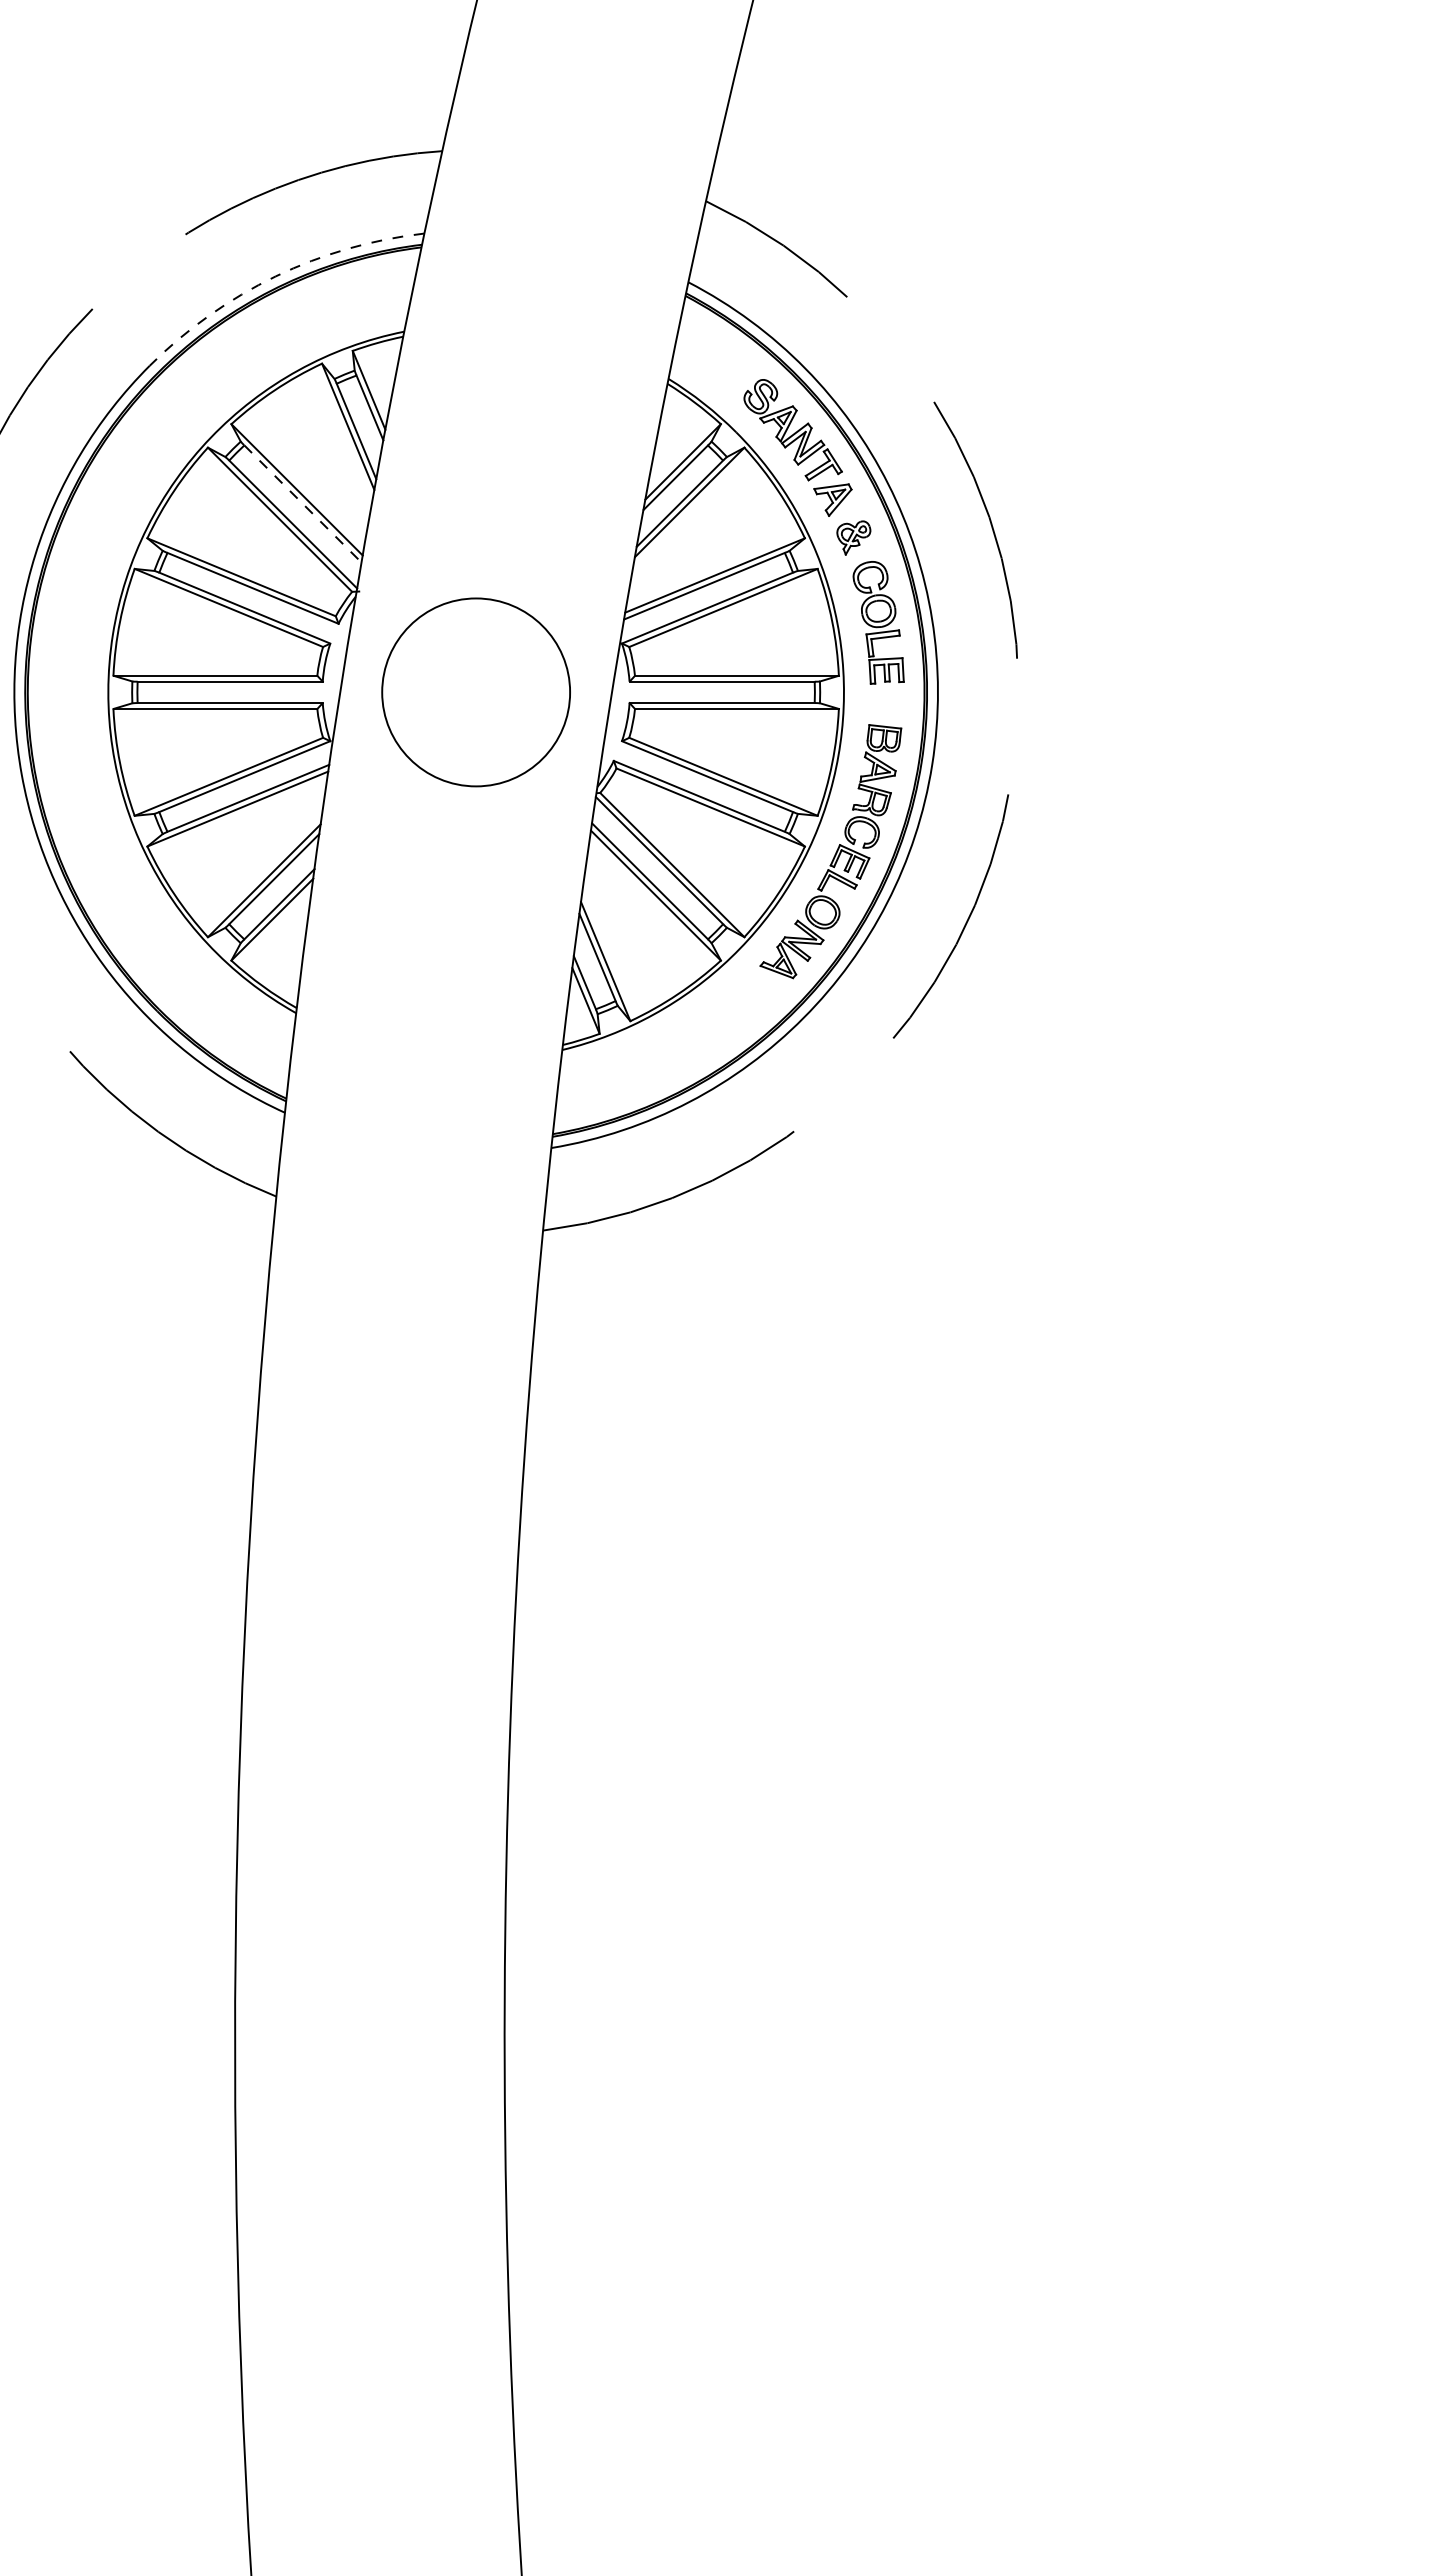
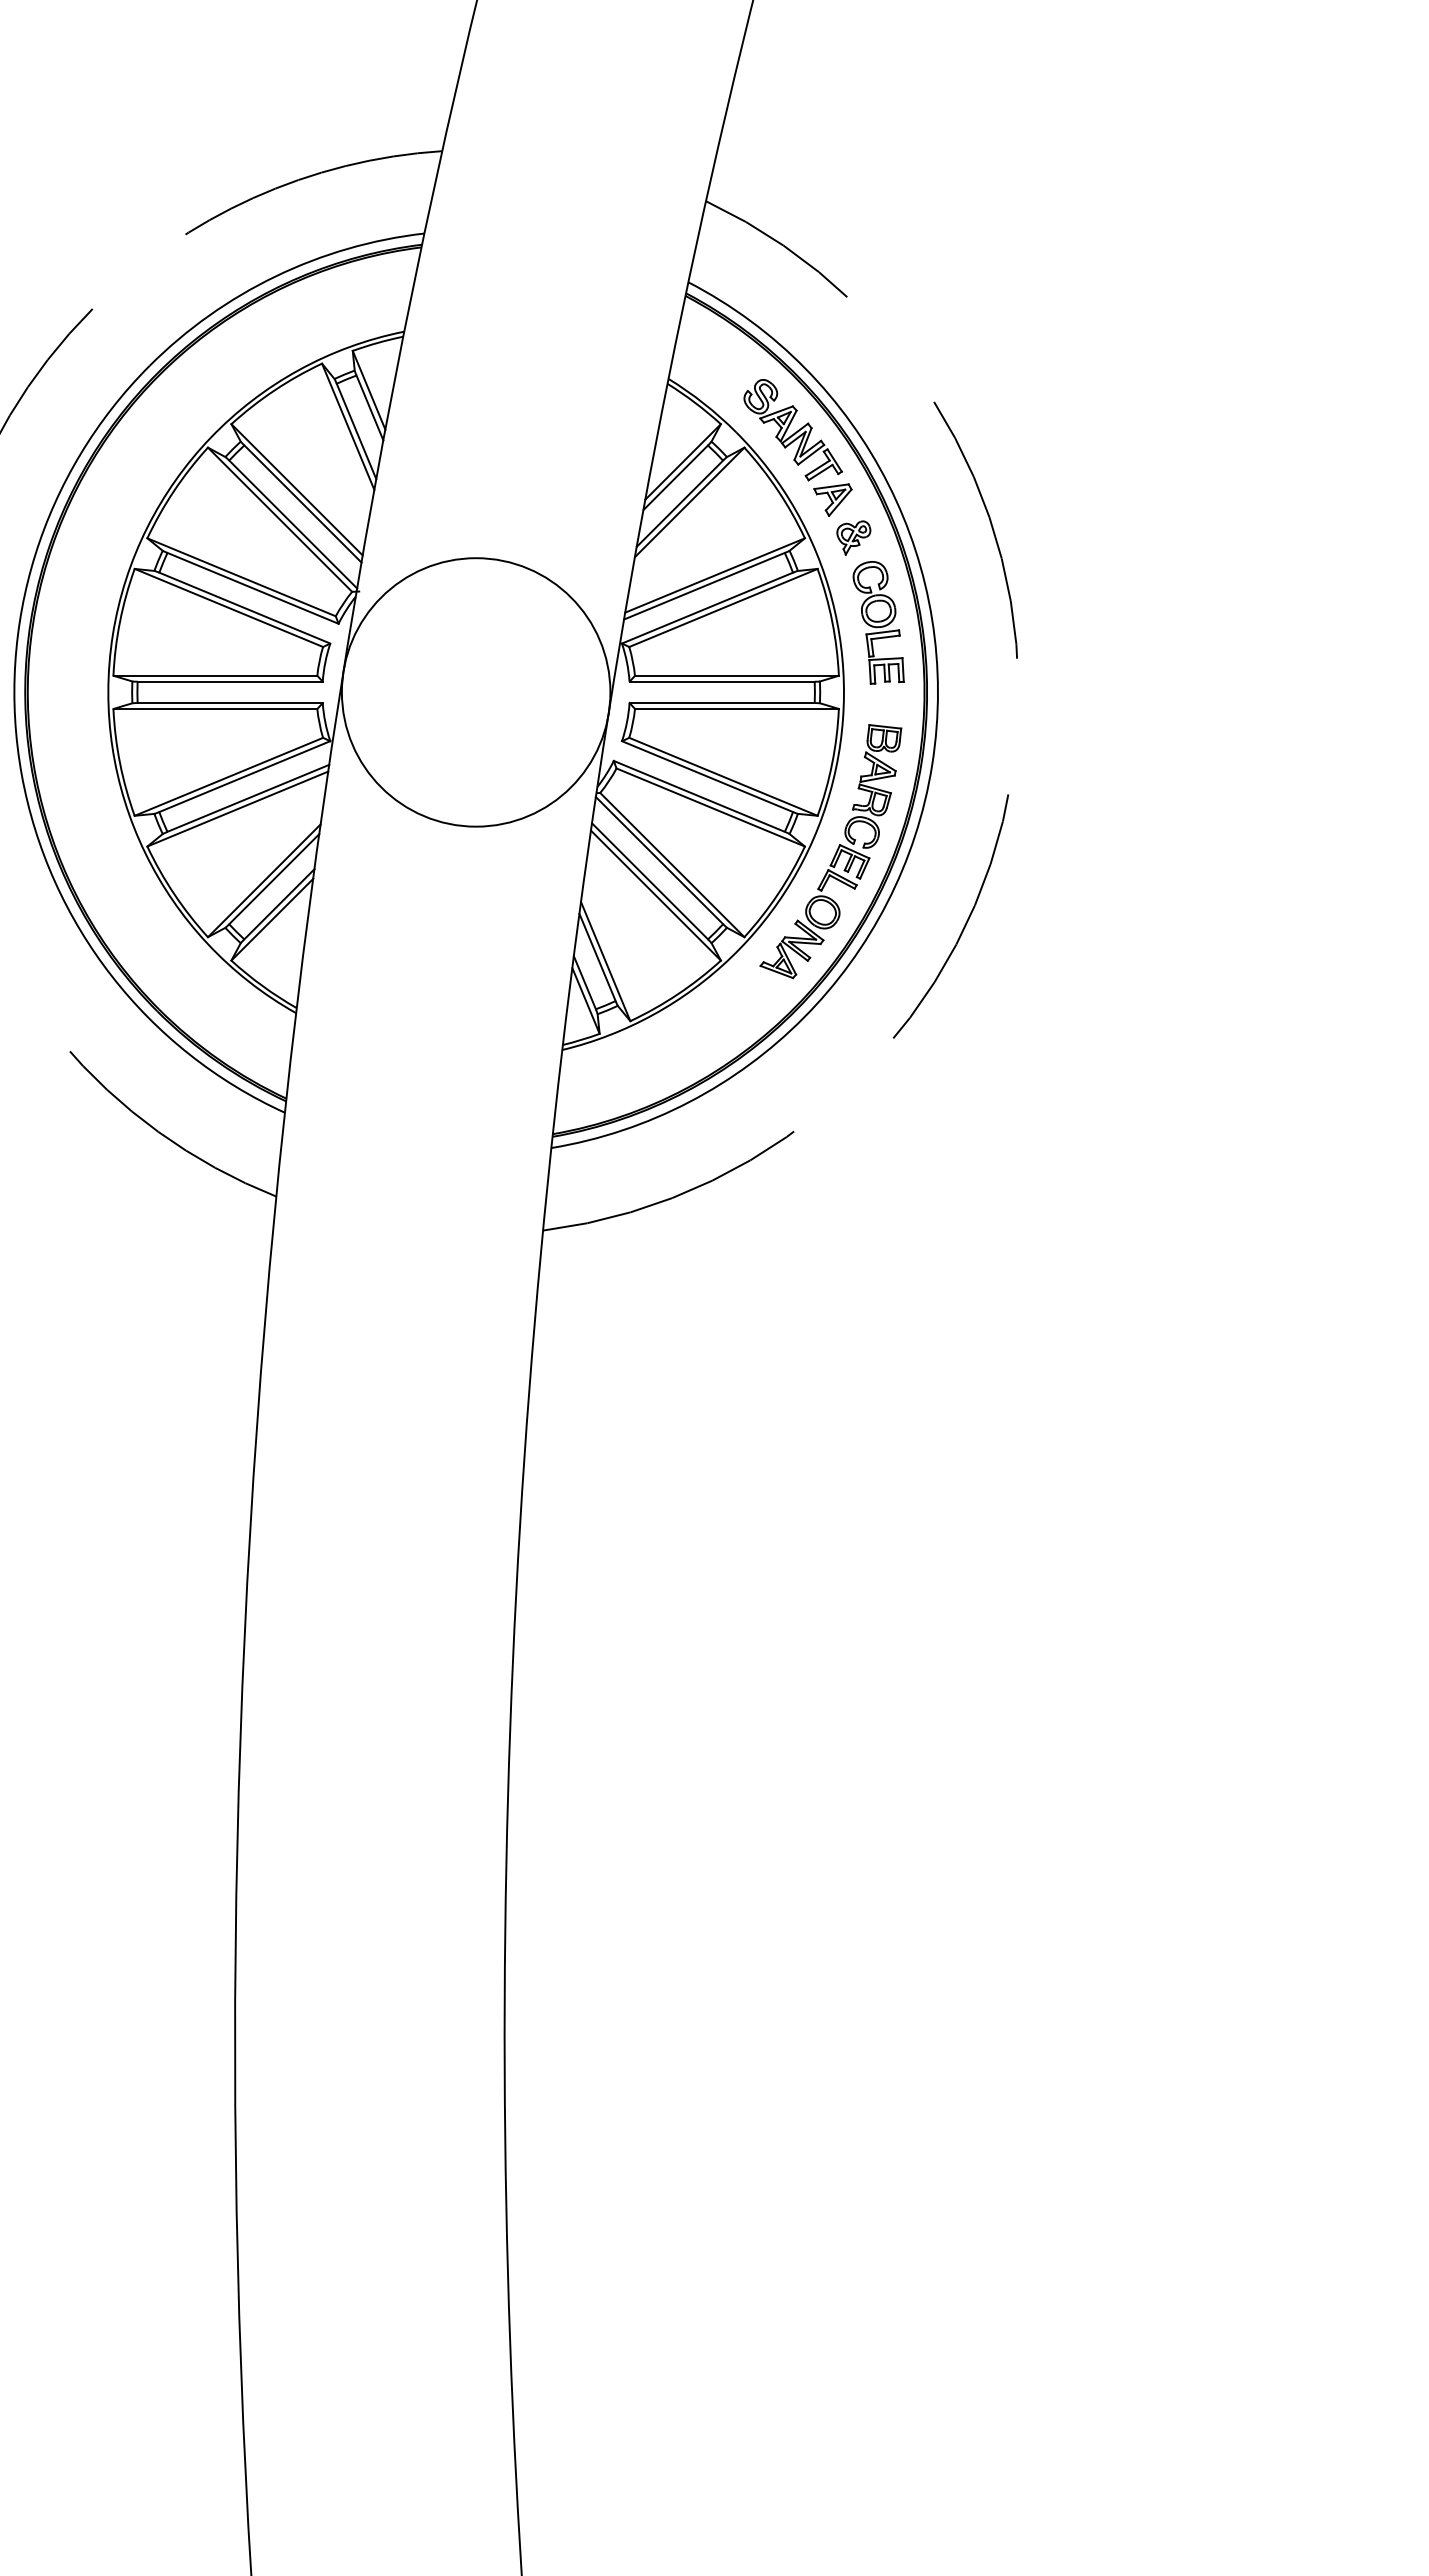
arc at (275, 276): dashed -> solid
line at (303, 504): dashed -> solid
circle at (476, 692) diameter: 188 px -> 268 px
